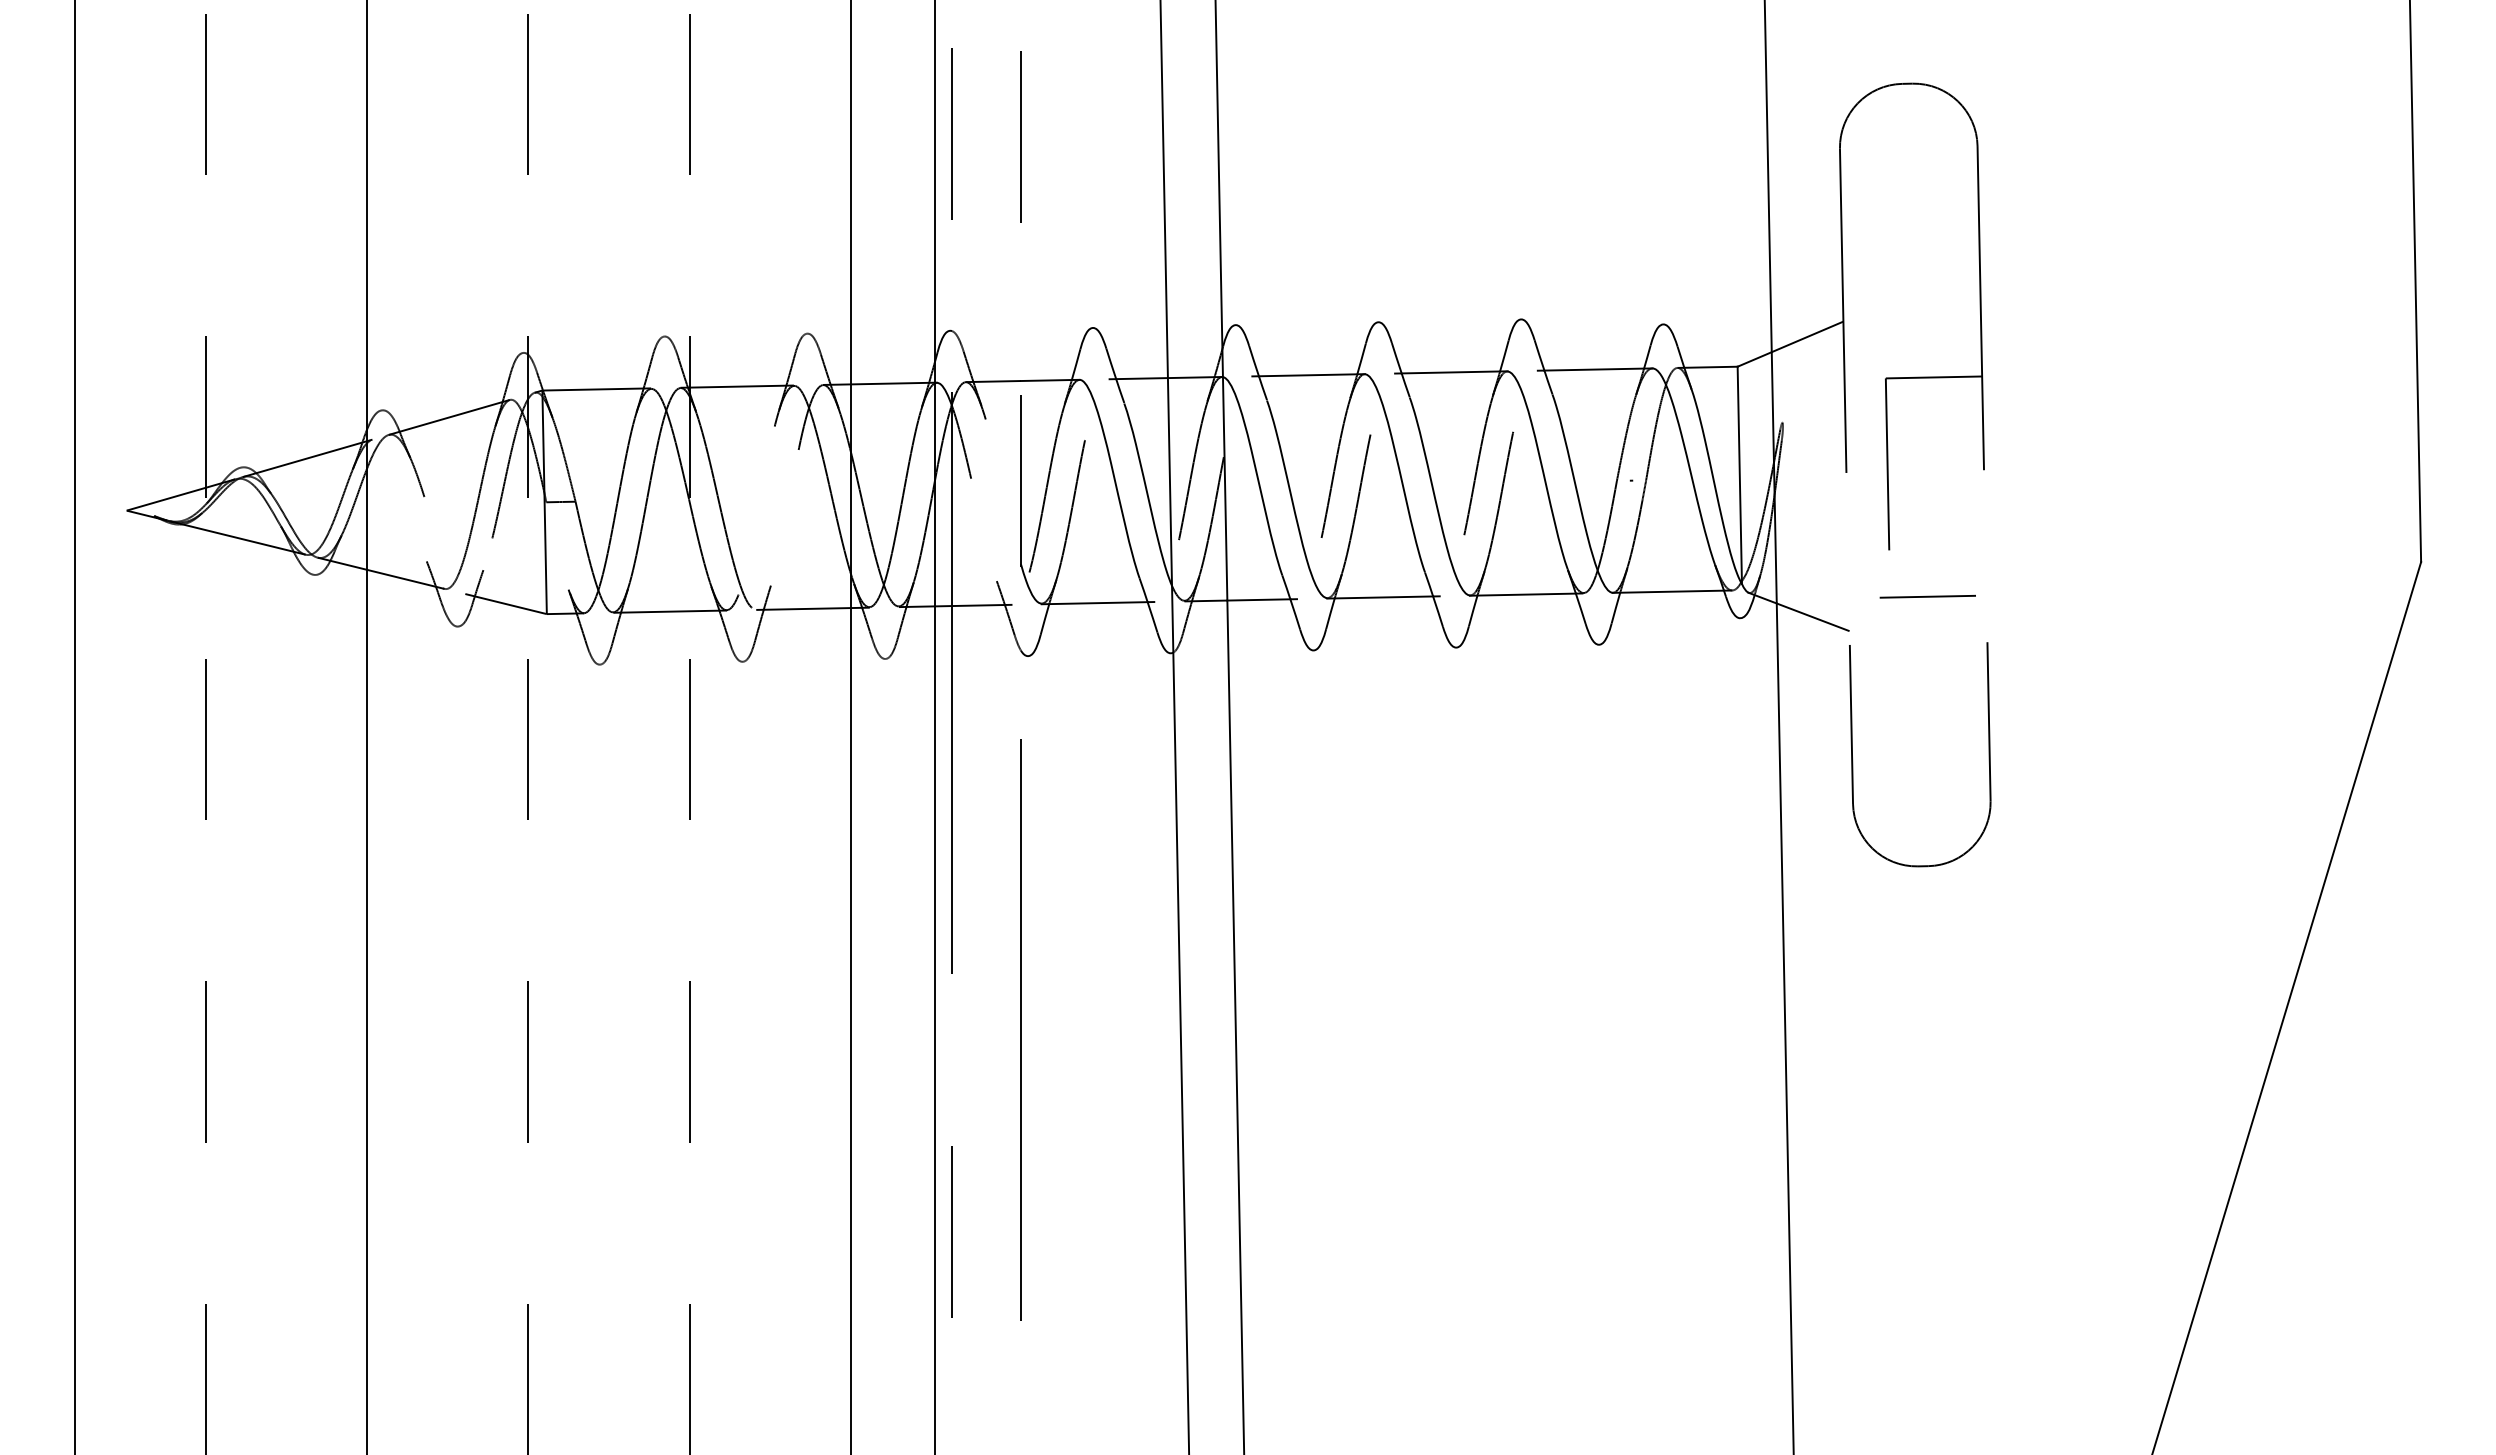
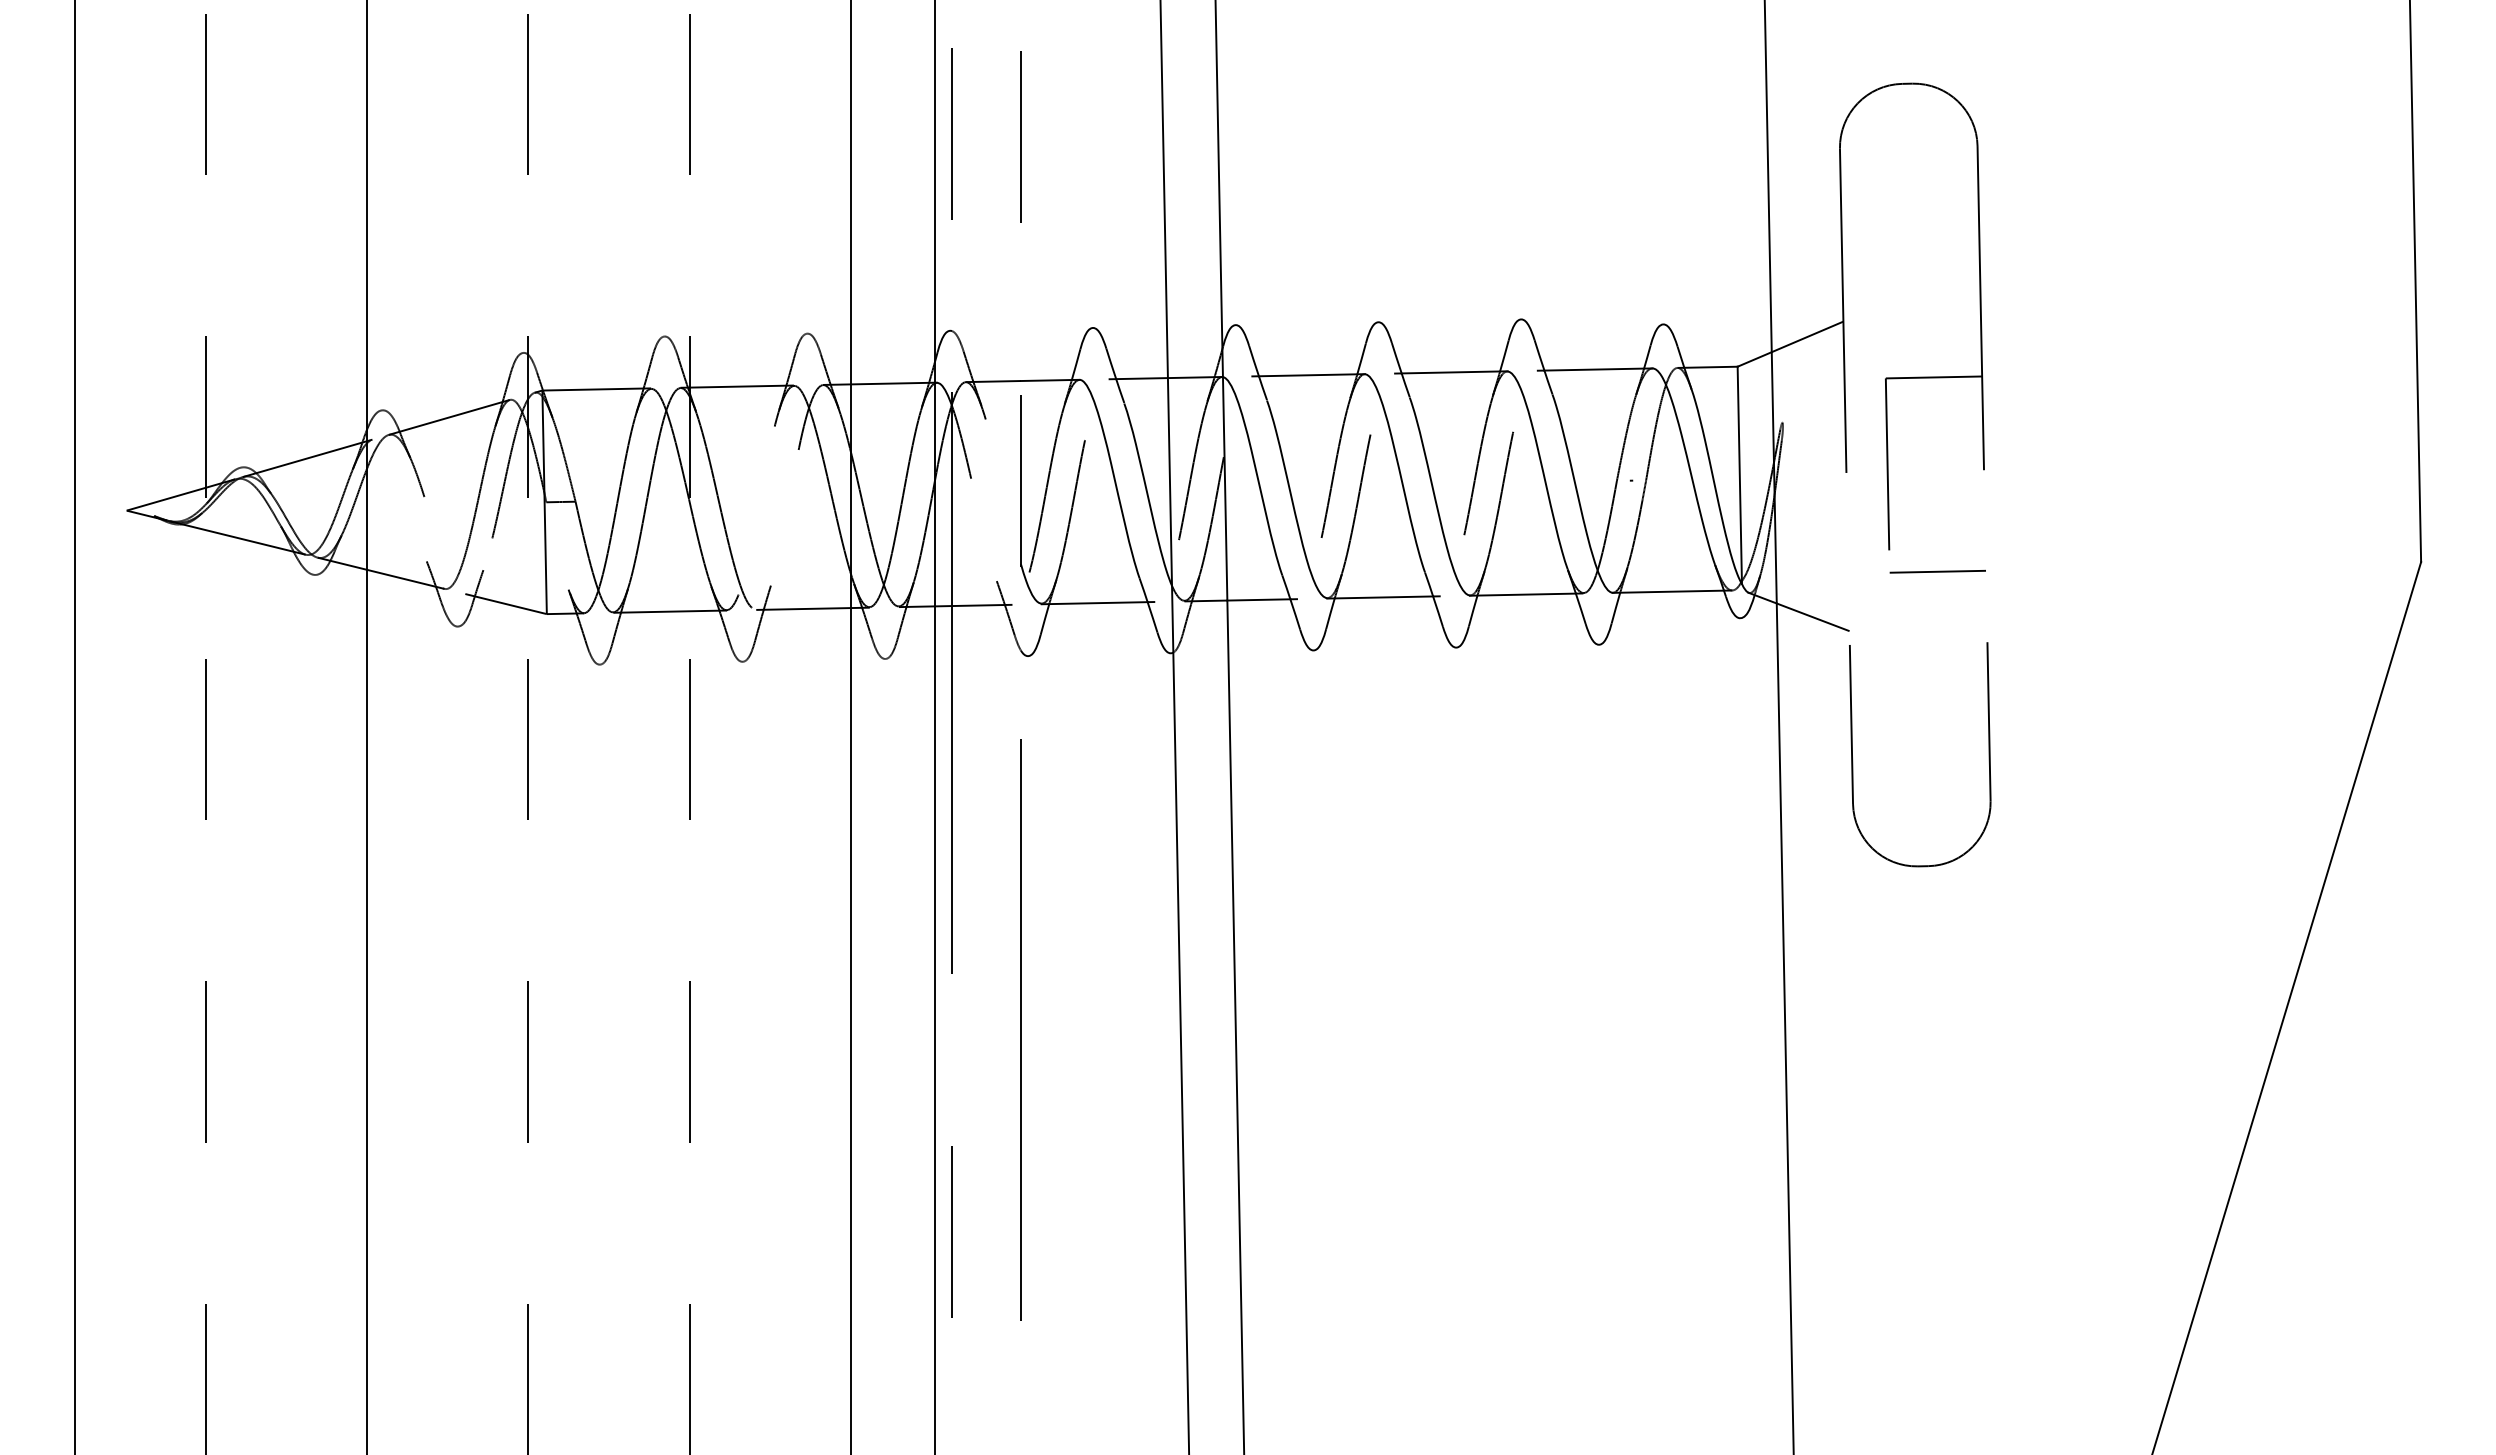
line at (1927, 596) position: (1927, 596) -> (1937, 571)
